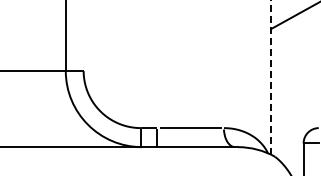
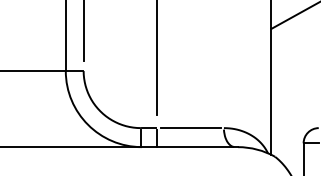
line at (83, 31): none -> present
line at (157, 58): none -> present
line at (271, 76): dashed -> solid
